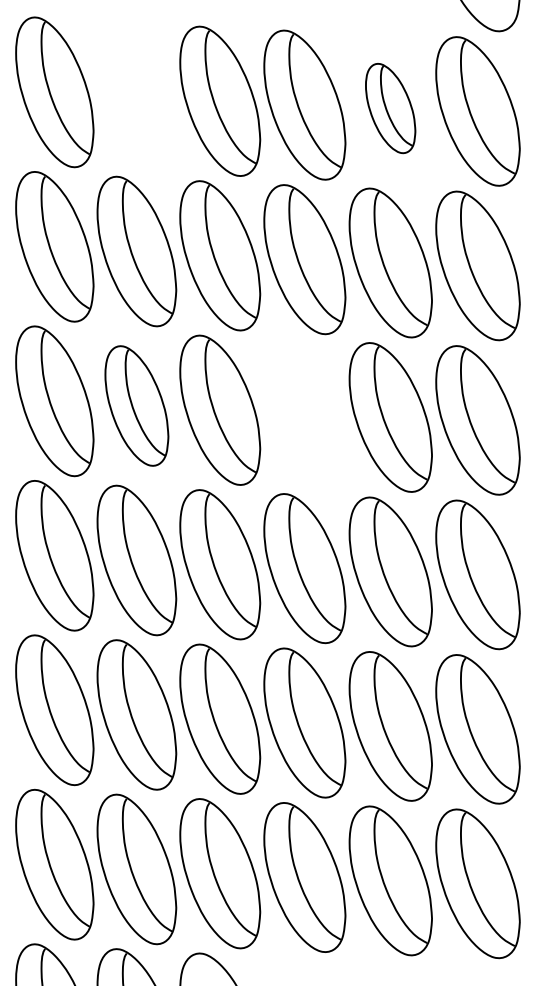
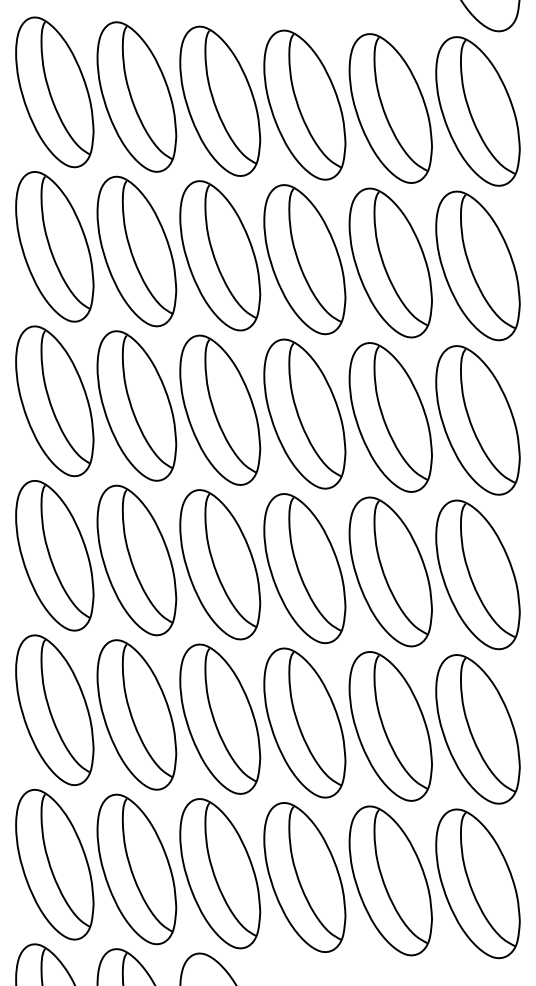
part at (136, 96): none -> present
part at (390, 108) size: 52x92 px -> 85x151 px
part at (136, 405) size: 66x122 px -> 82x152 px
part at (304, 413): none -> present
